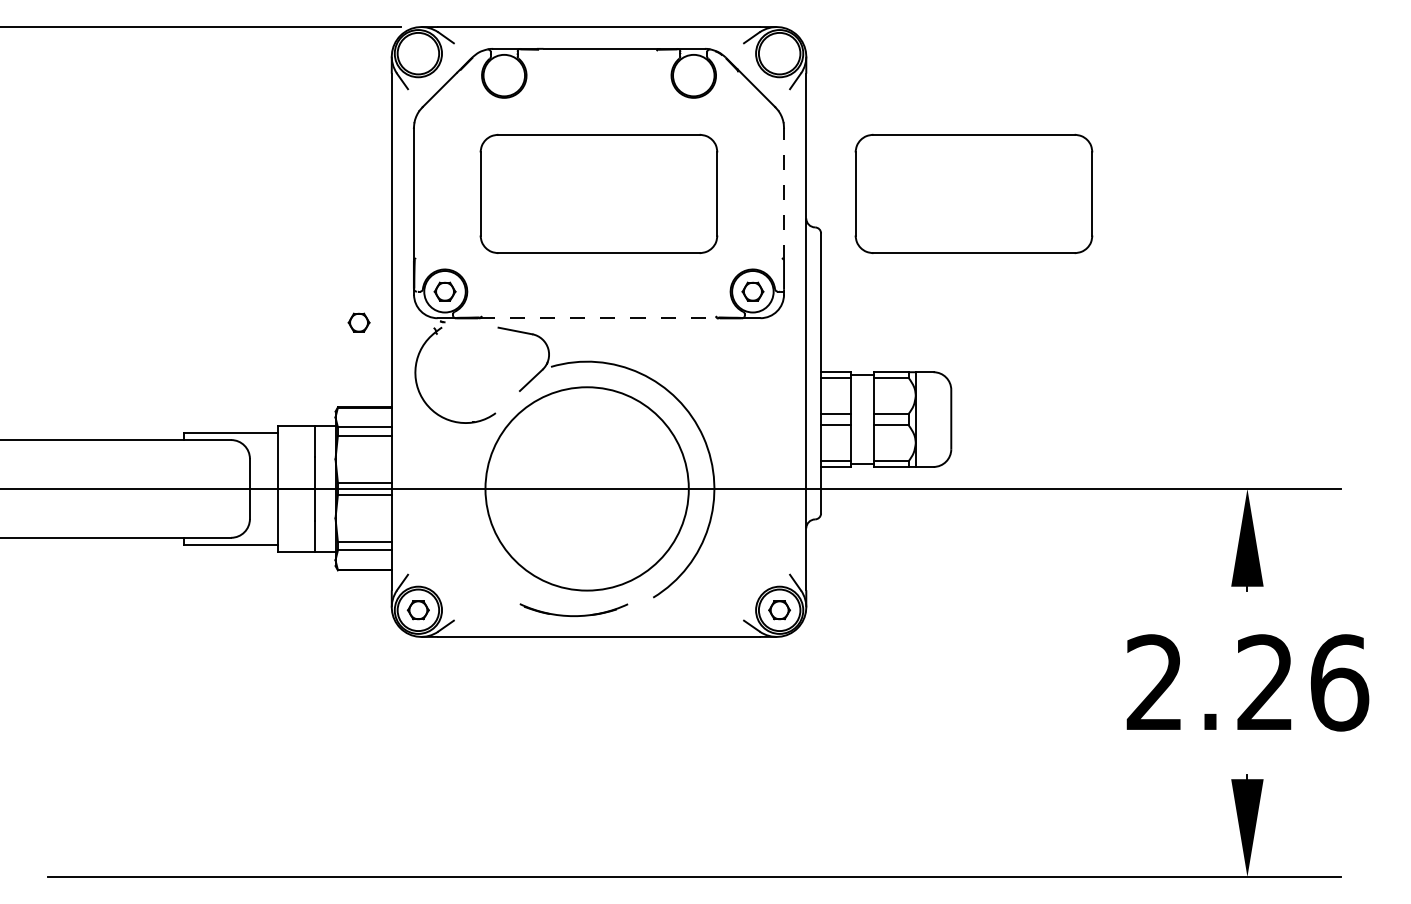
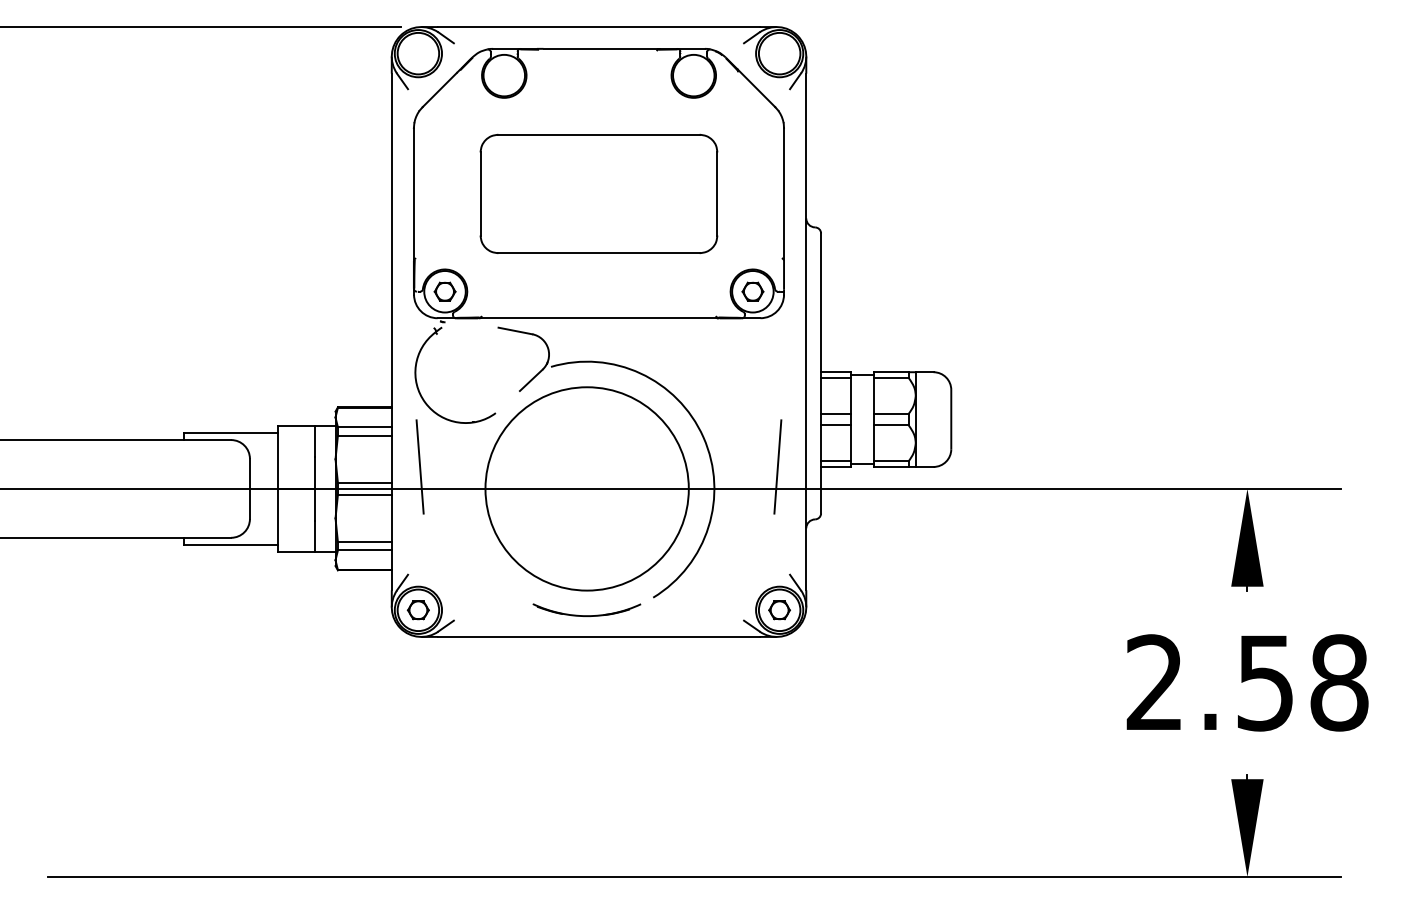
part at (973, 193): present -> none
line at (784, 194): dashed -> solid
line at (598, 318): dashed -> solid
part at (358, 322): present -> none
line at (419, 466): none -> present
line at (777, 466): none -> present
part at (573, 609) position: (573, 609) -> (586, 609)
text at (1303, 682): 2.26 -> 2.58
